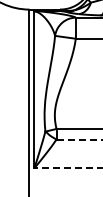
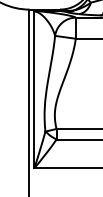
line at (79, 139): dashed -> solid
line at (68, 168): dashed -> solid
